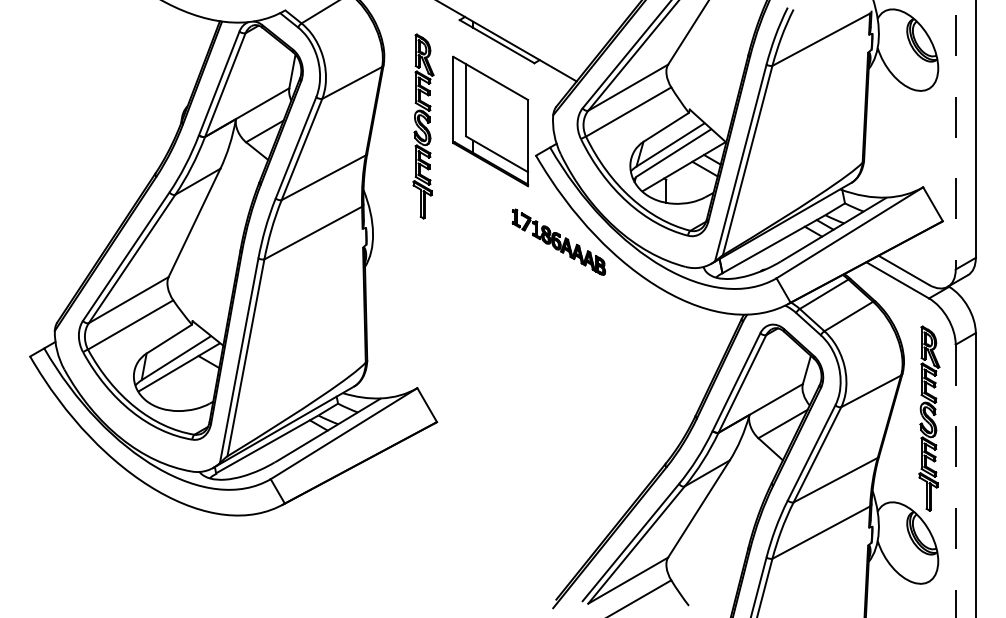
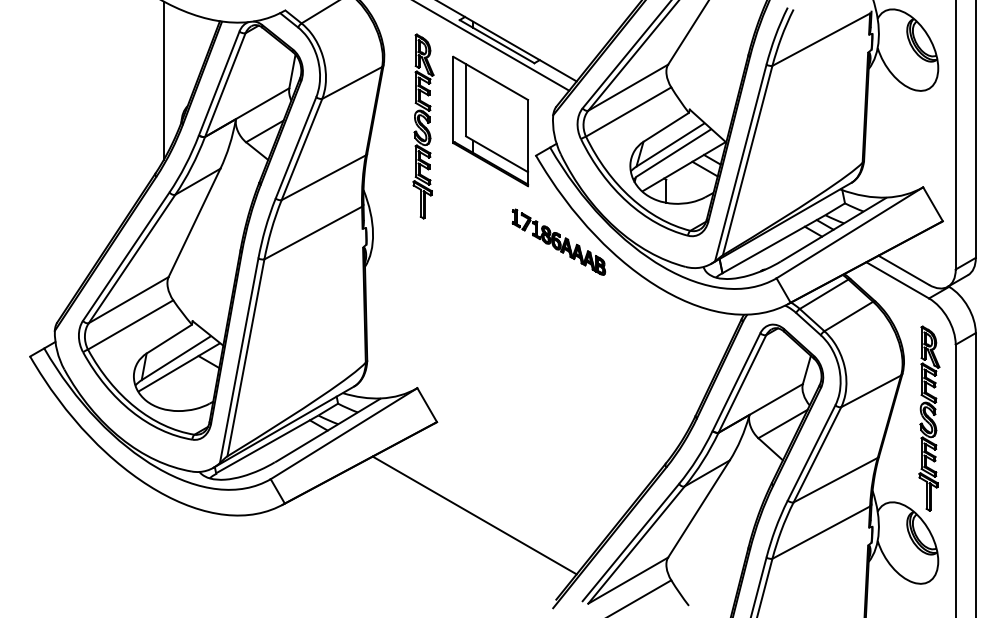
line at (492, 46): none -> present
line at (163, 80): none -> present
line at (955, 135): dashed -> solid
line at (955, 481): dashed -> solid
line at (474, 515): none -> present
